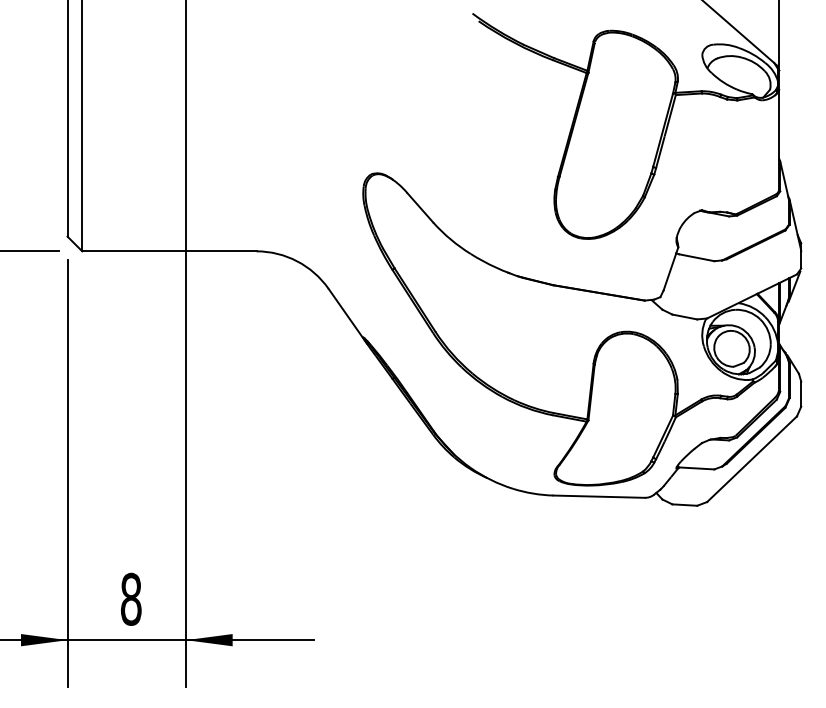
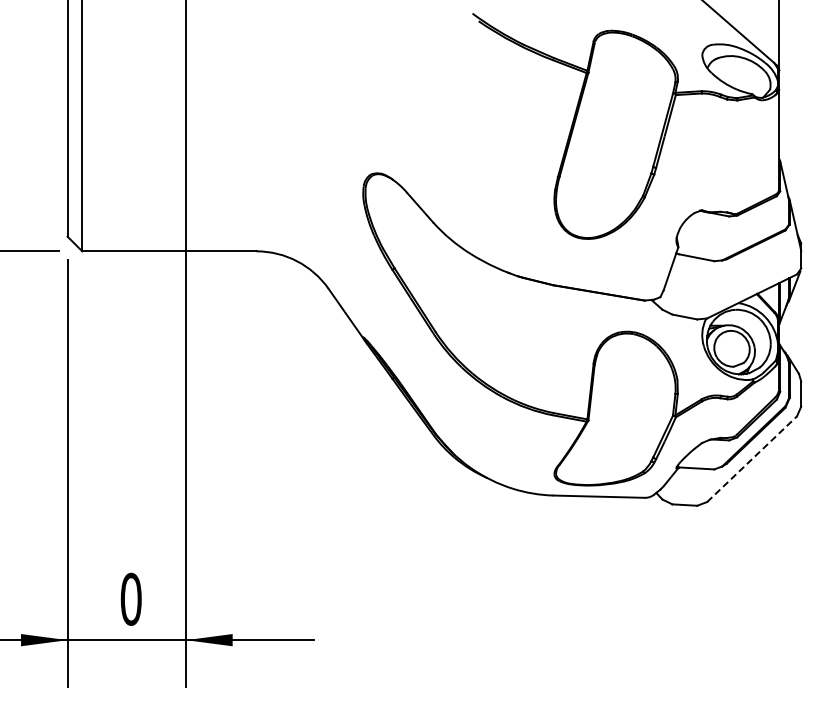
line at (752, 458): solid -> dashed
text at (130, 599): 8 -> 0
